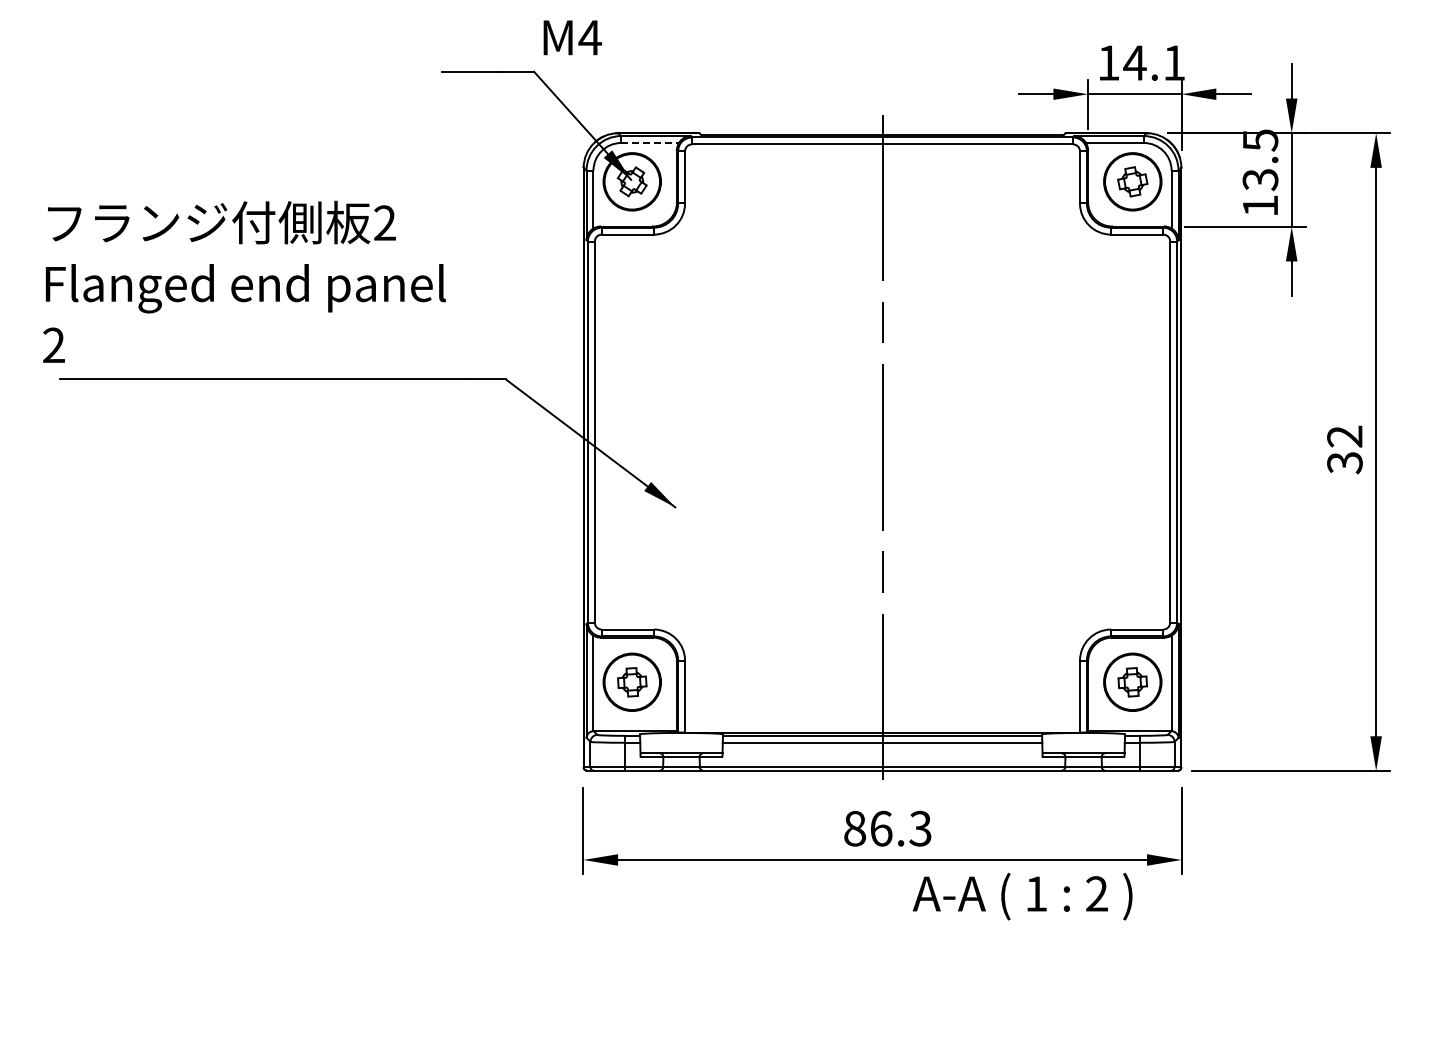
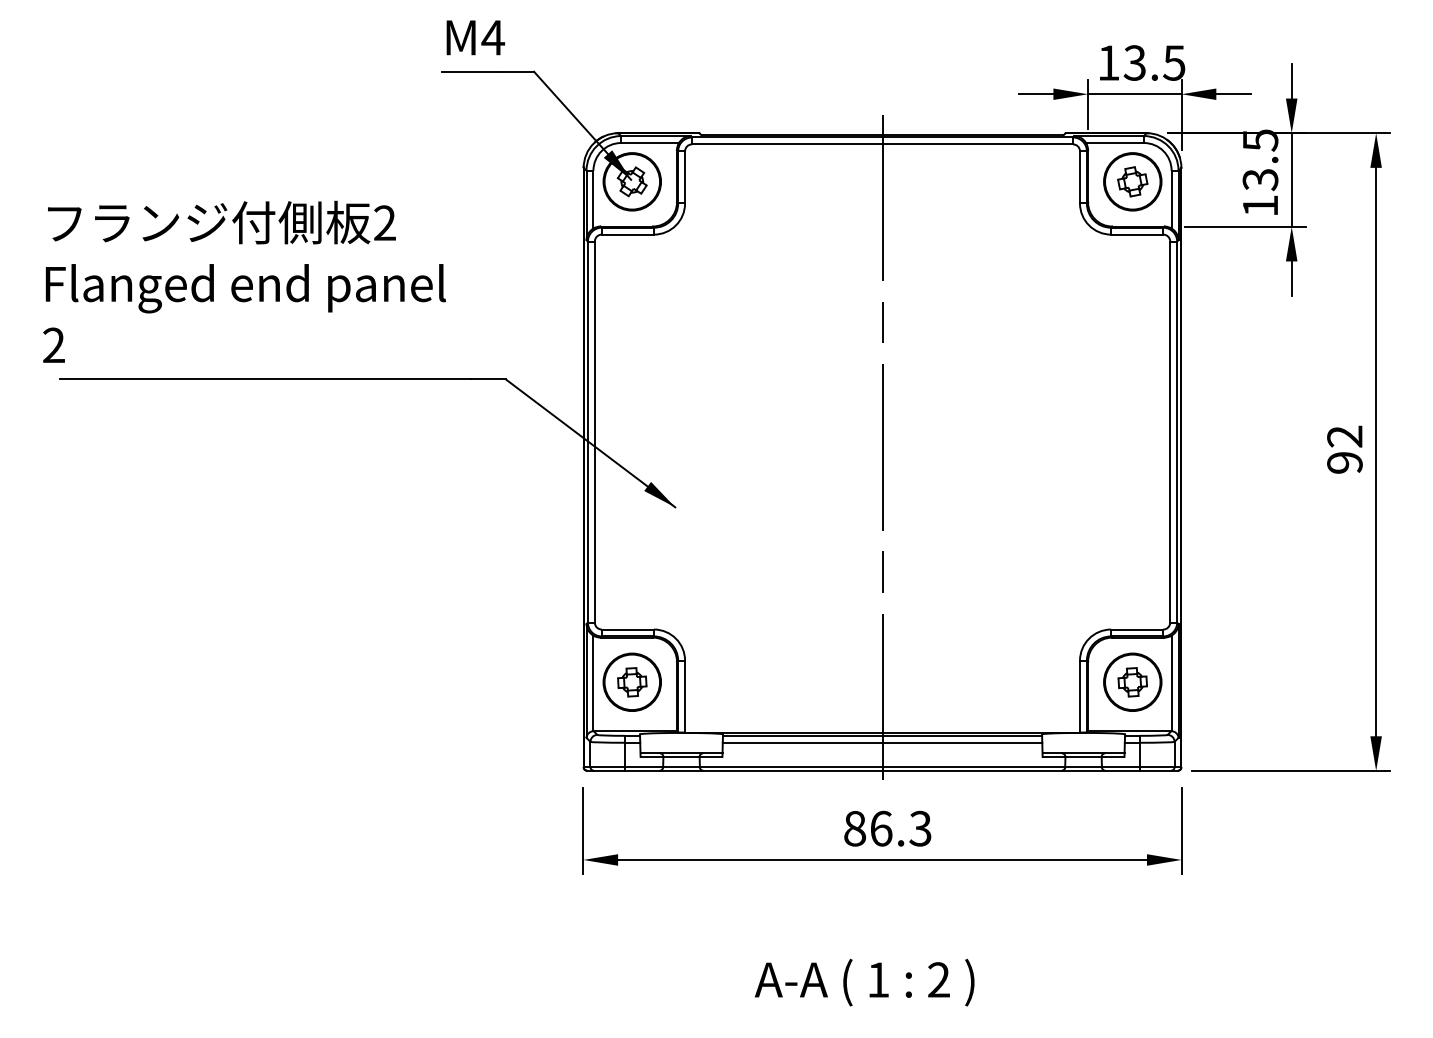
text at (572, 37) position: (572, 37) -> (475, 37)
text at (1154, 62): 14.1 -> 13.5
line at (650, 143): dashed -> solid
text at (1344, 463): 32 -> 92
text at (1022, 896) position: (1022, 896) -> (864, 982)
